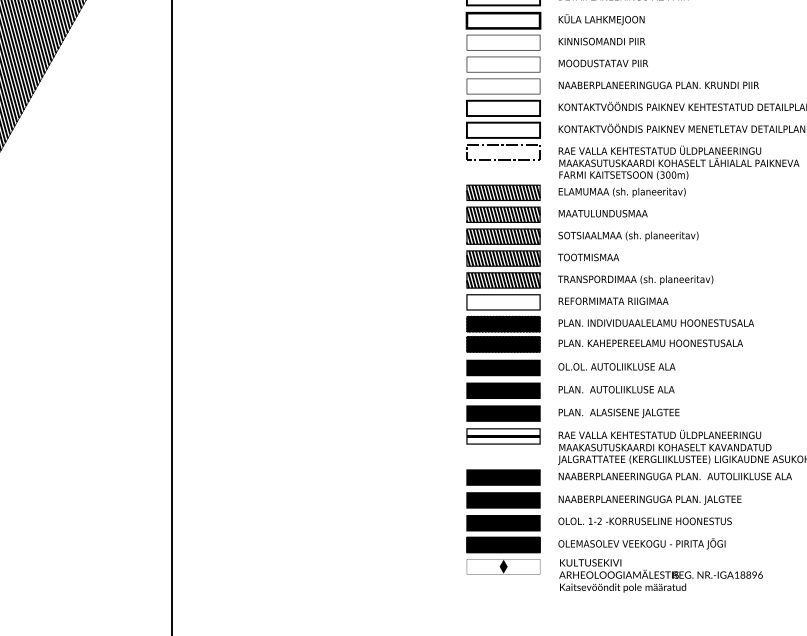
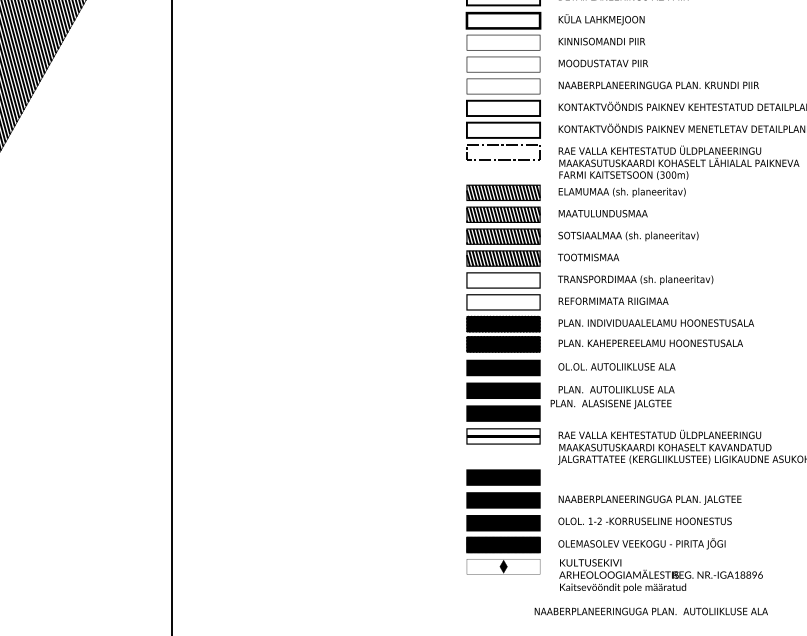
hatch at (503, 280): present -> none
text at (618, 413) position: (618, 413) -> (610, 404)
text at (674, 476) position: (674, 476) -> (650, 611)
